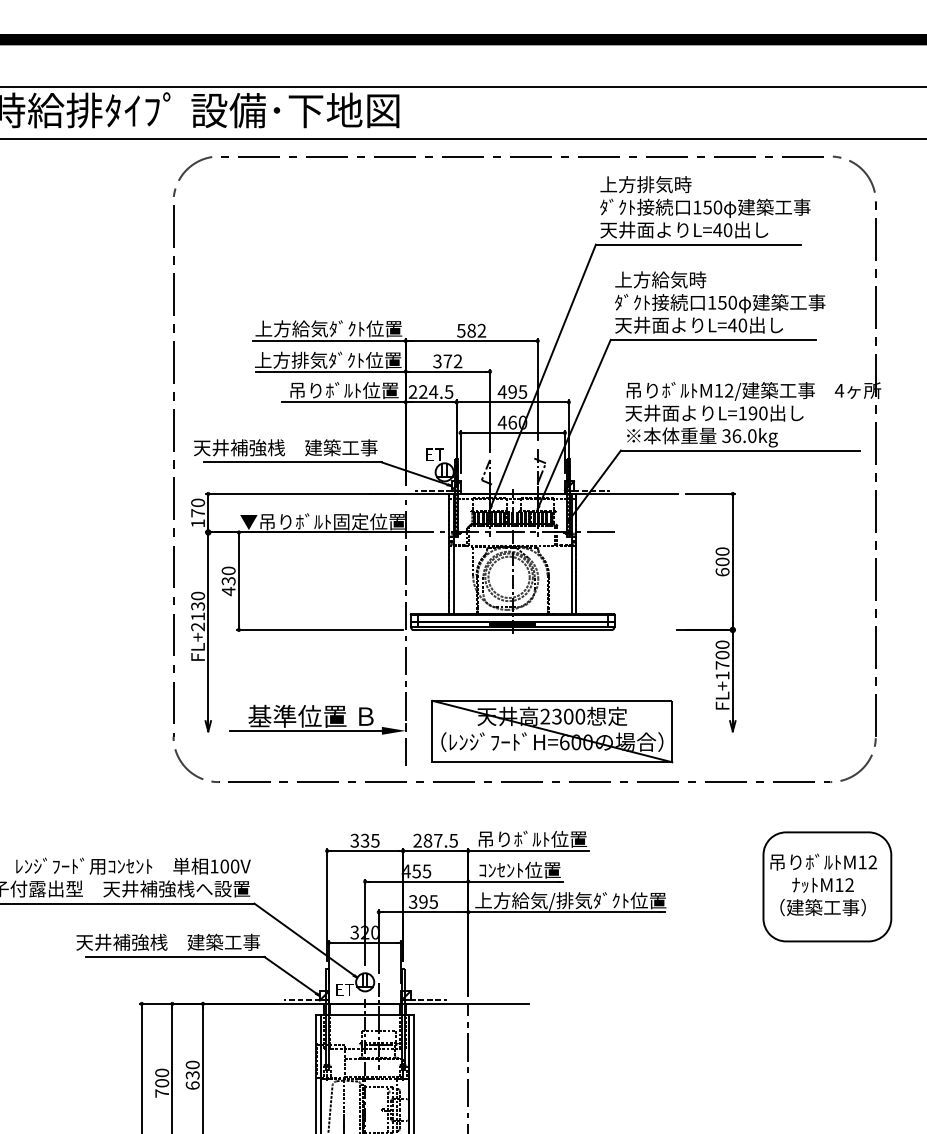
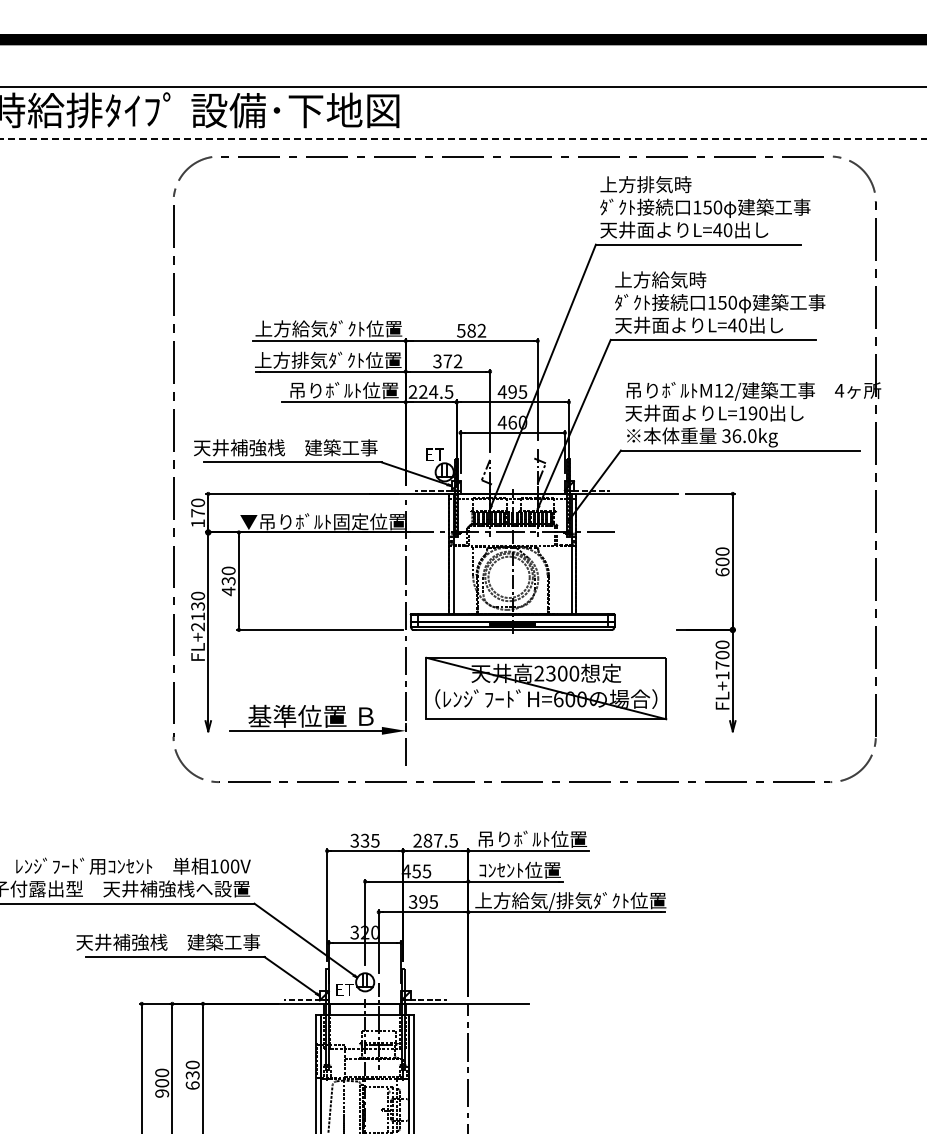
line at (463, 138): solid -> dashed
part at (552, 731) position: (552, 731) -> (546, 688)
part at (827, 886): present -> none
text at (162, 1093): 700 -> 900
